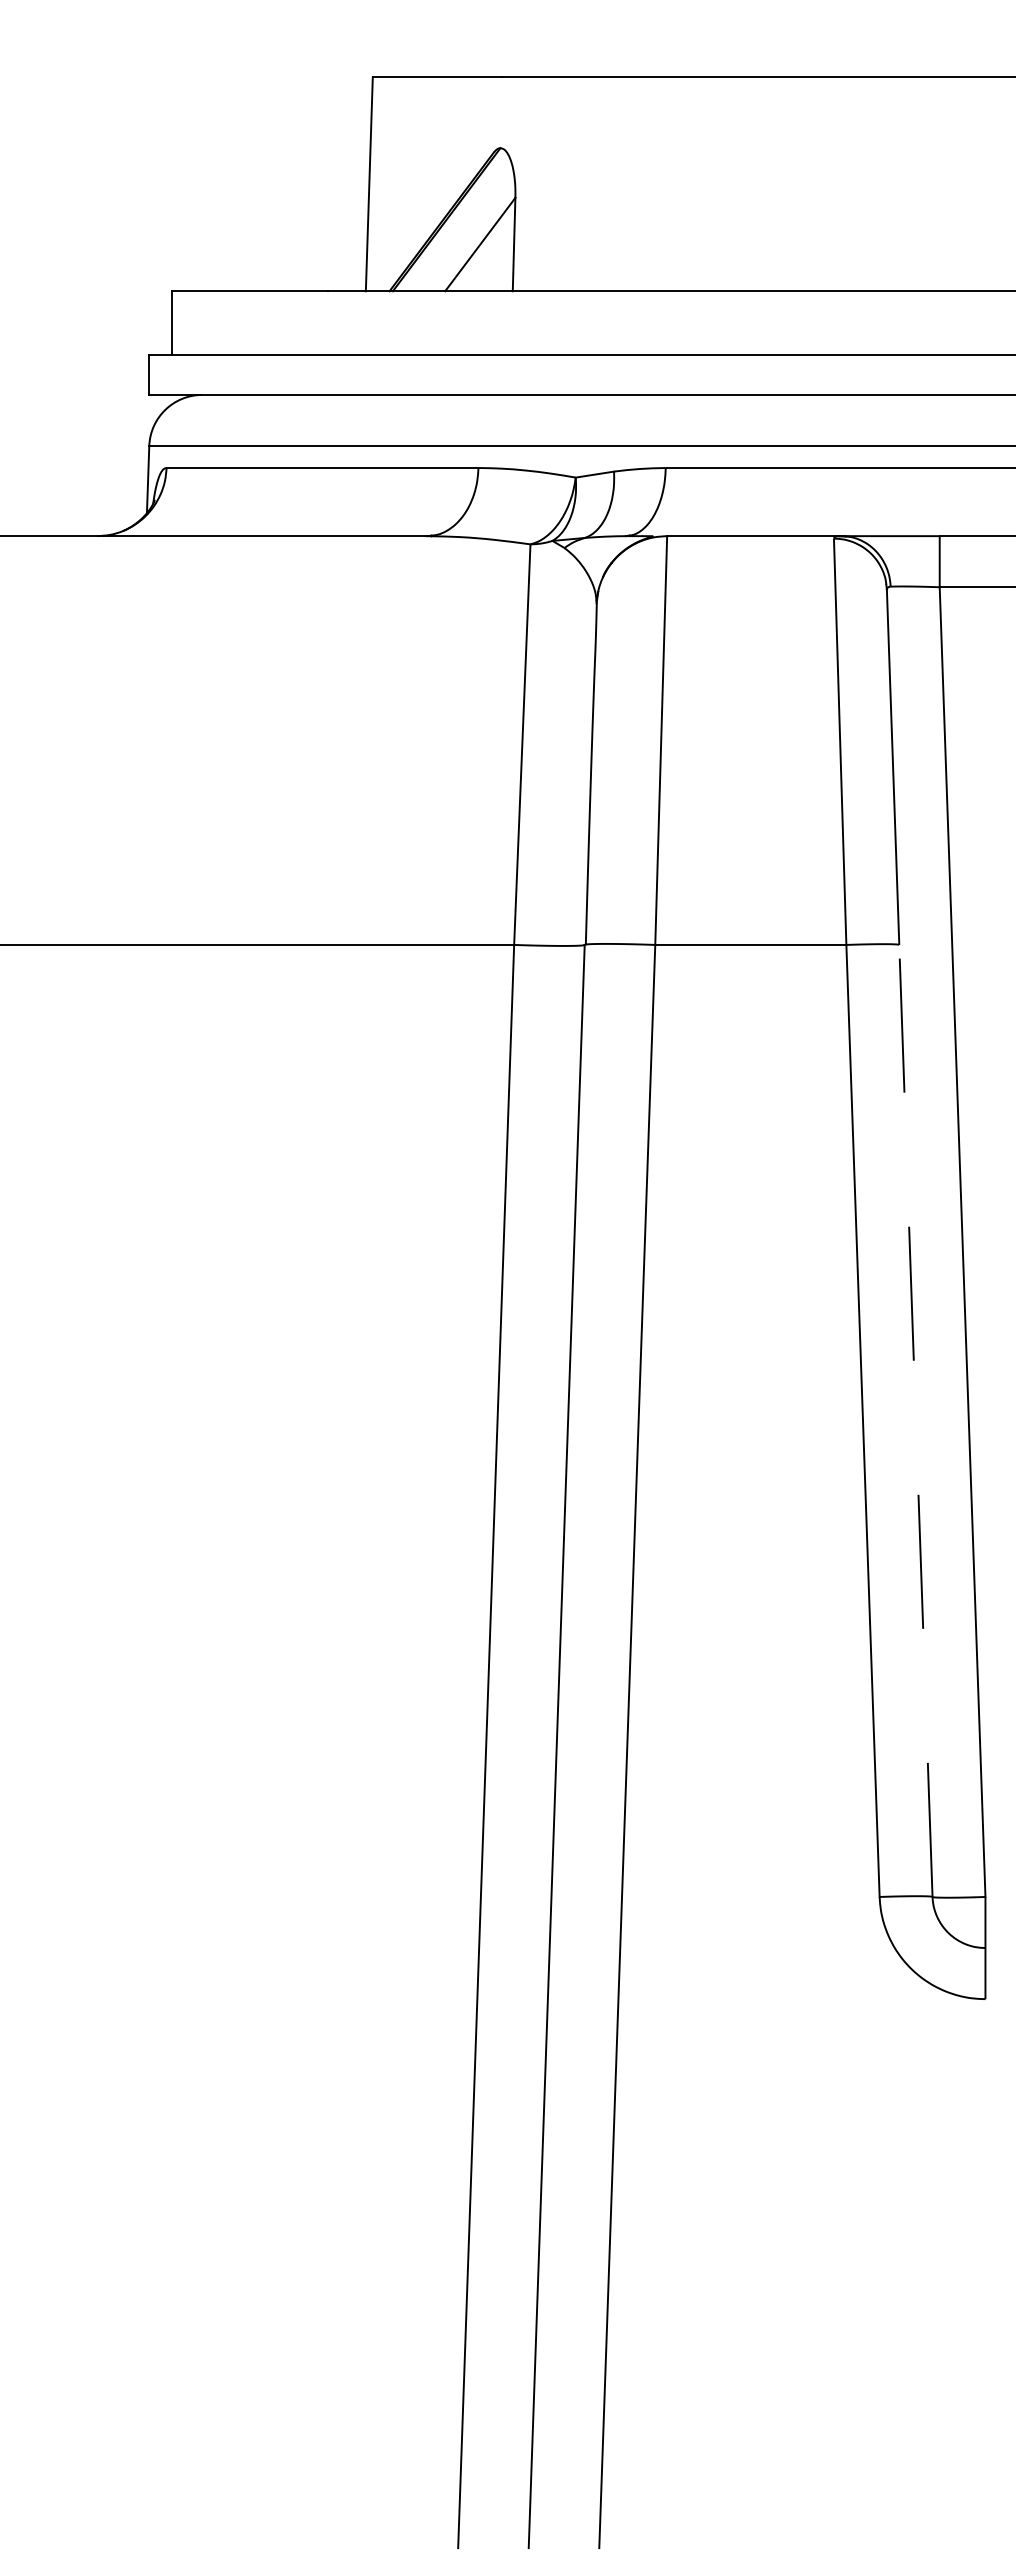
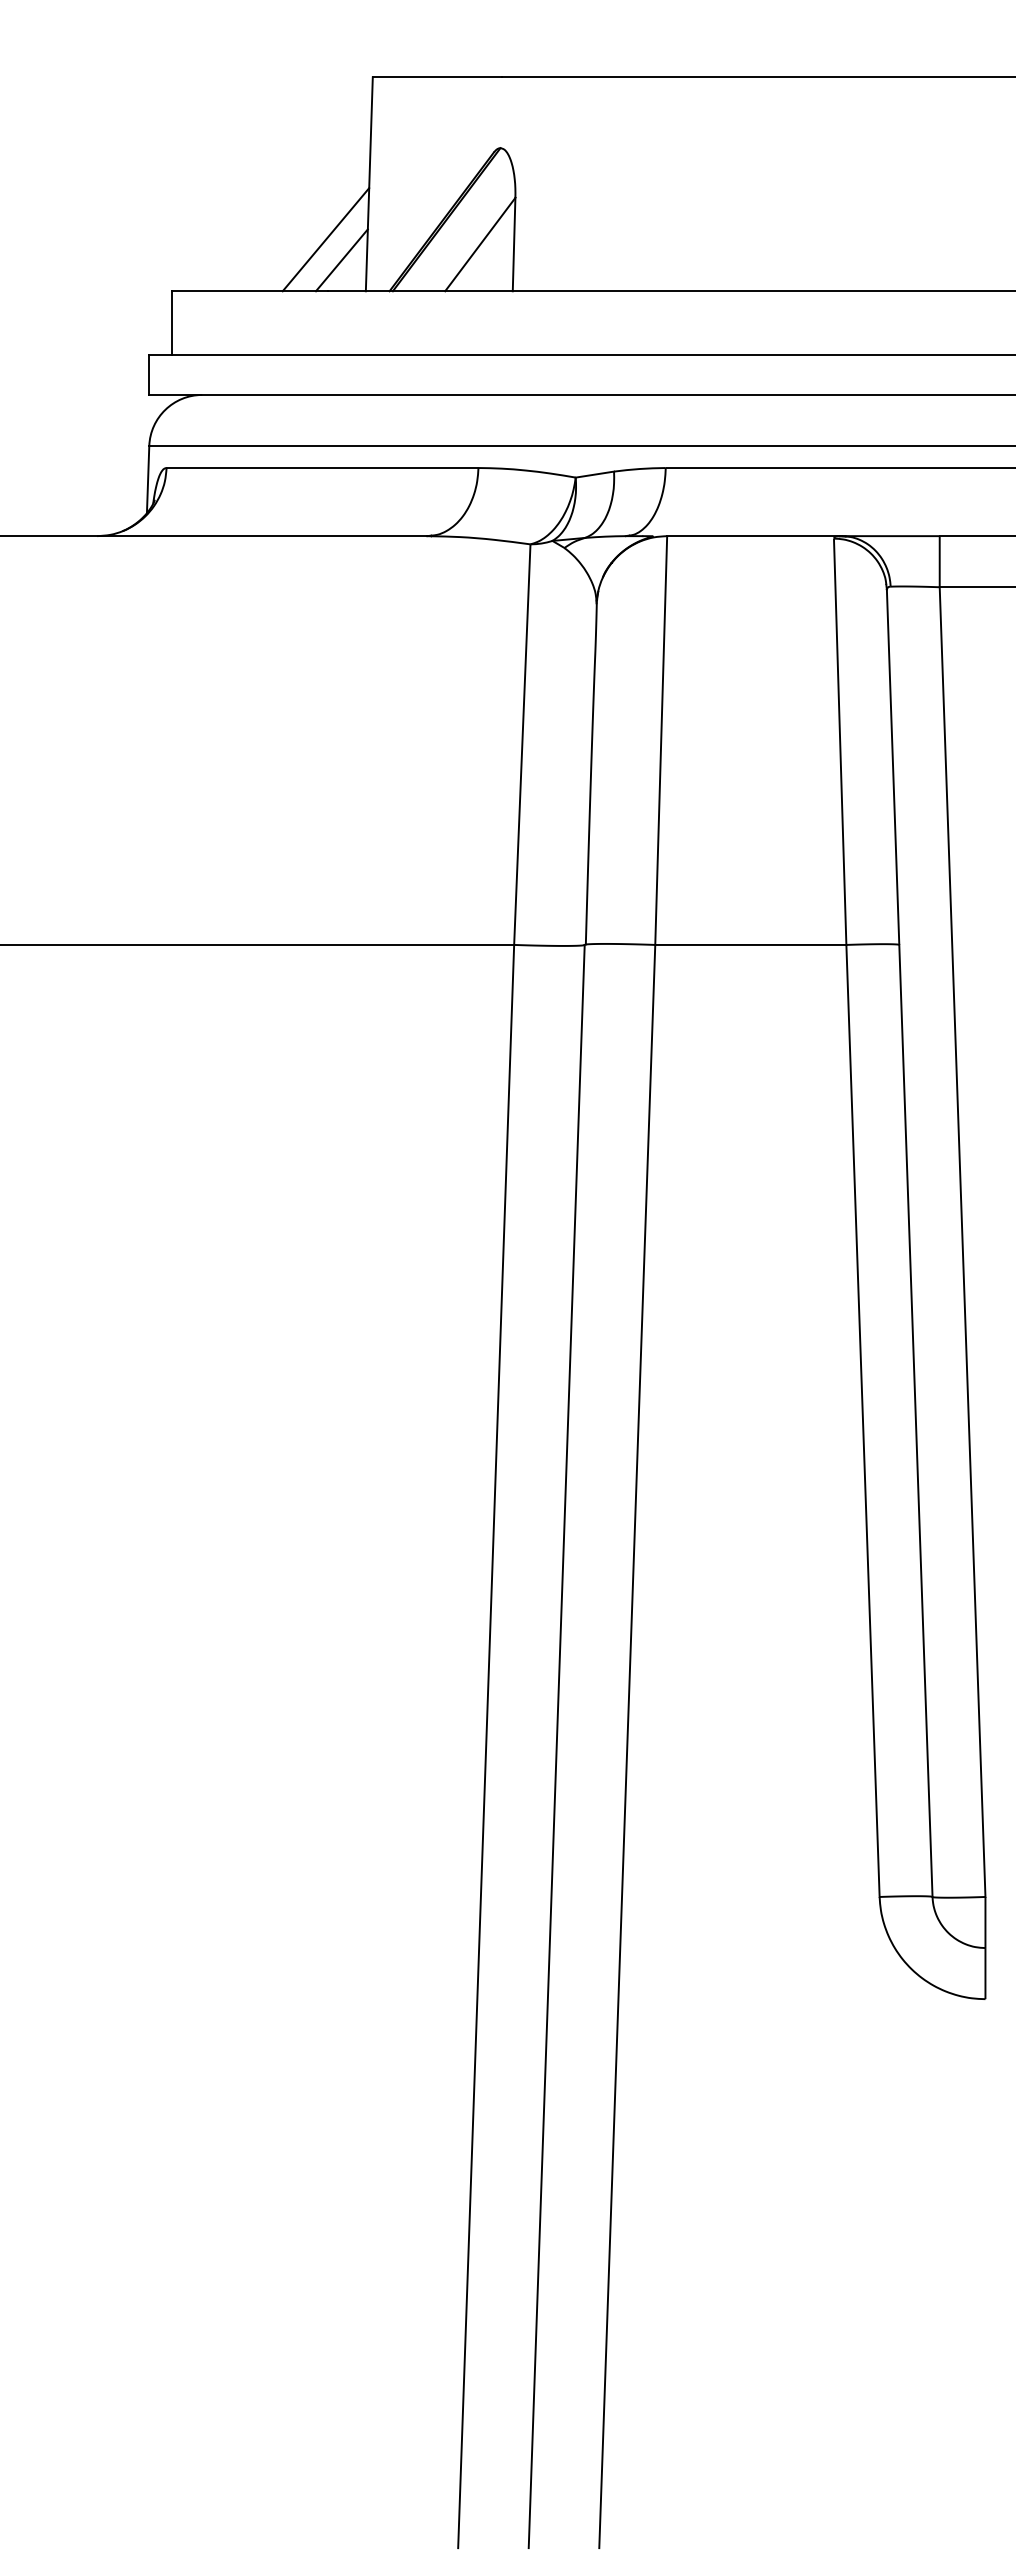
line at (325, 239): none -> present
line at (341, 260): none -> present
line at (915, 1420): dashed -> solid
